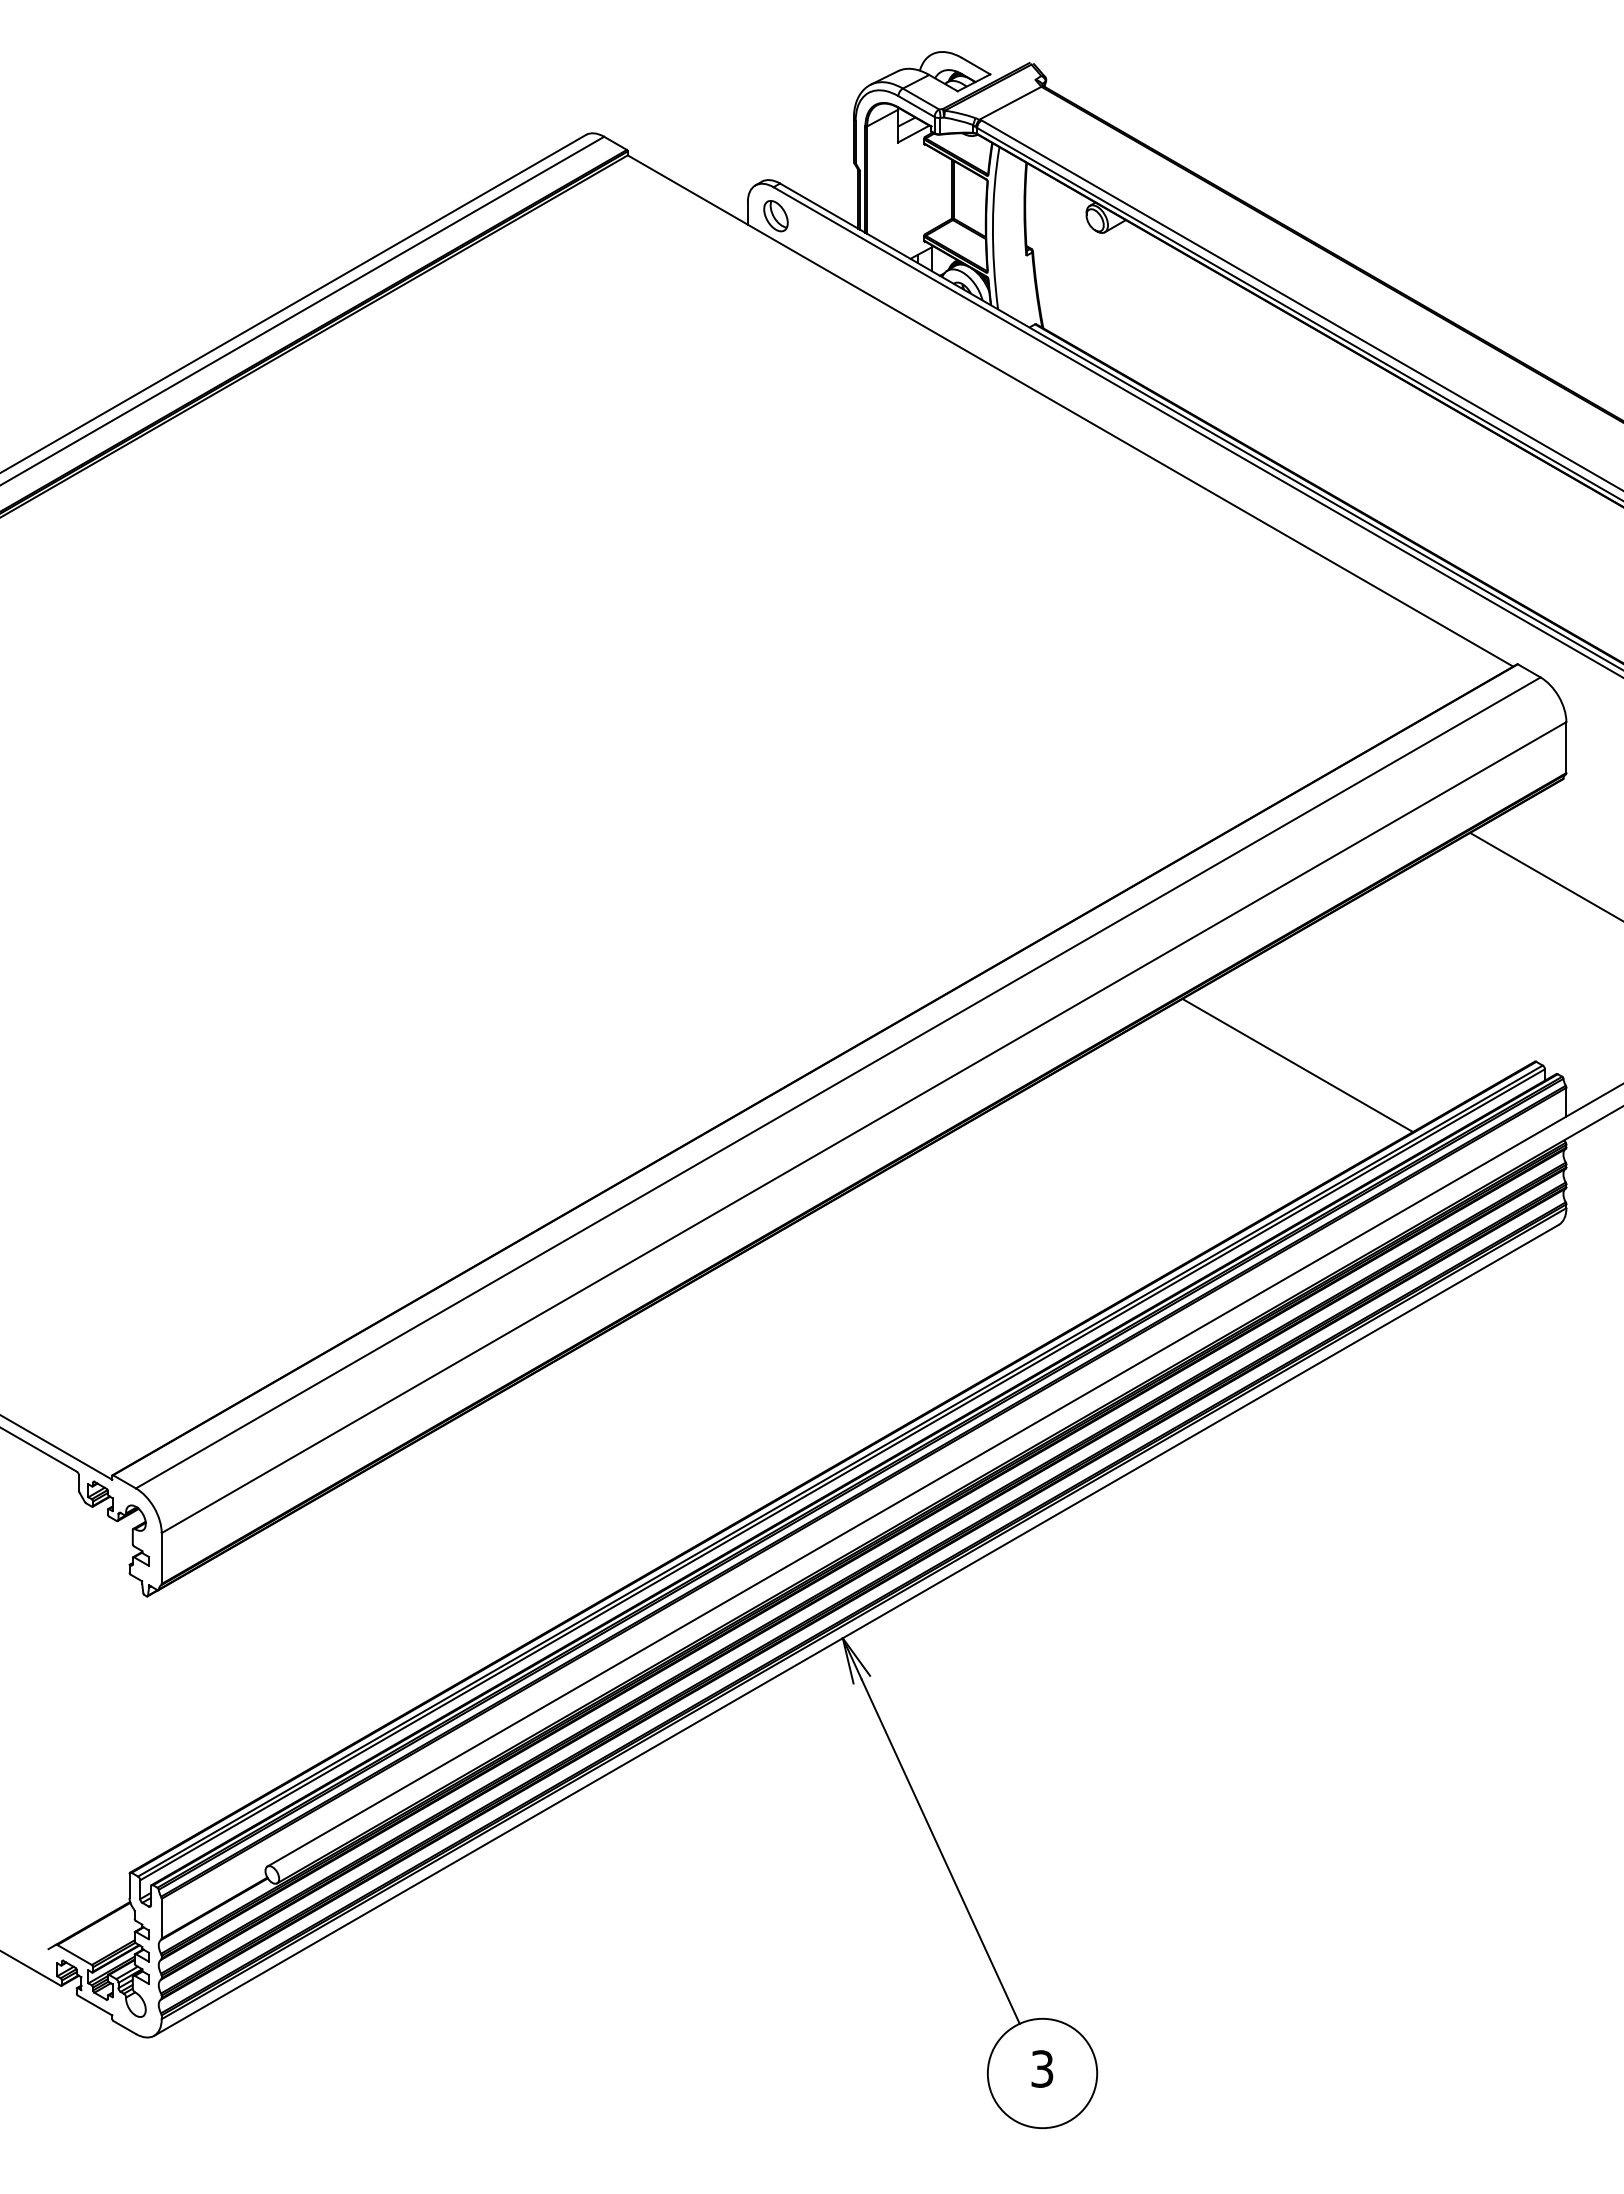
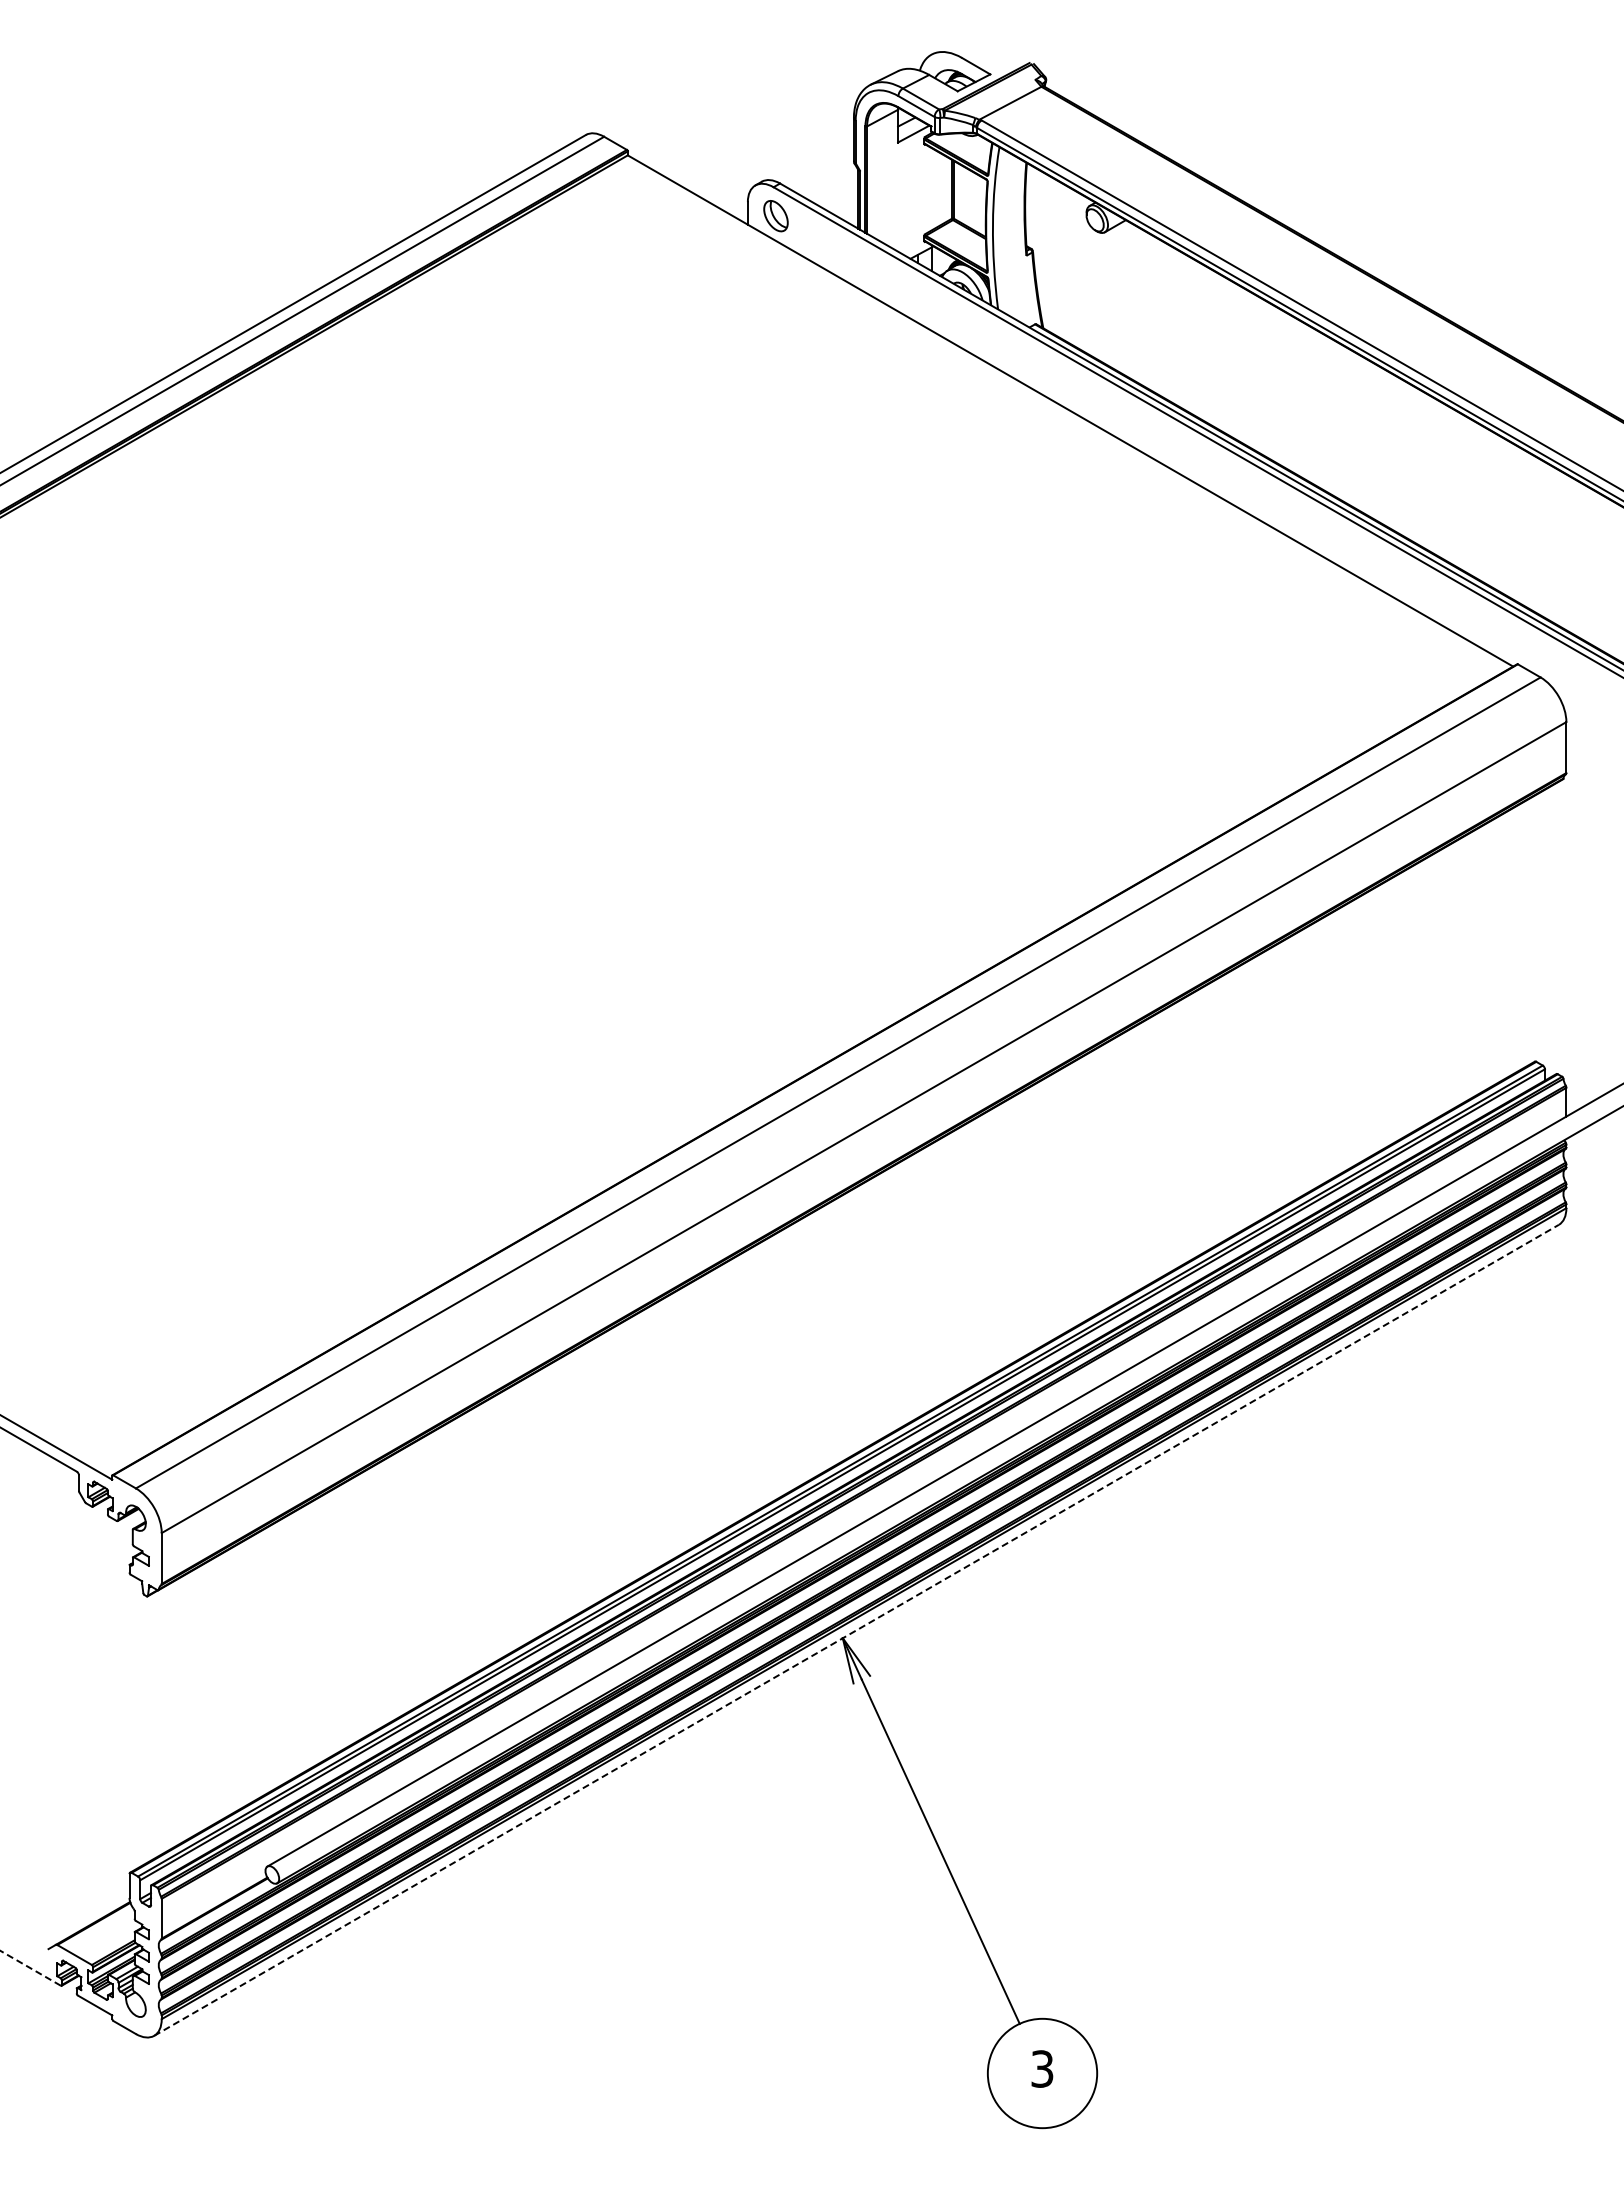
line at (1545, 875): present -> none
line at (1297, 1065): present -> none
line at (856, 1630): solid -> dashed
line at (30, 1968): solid -> dashed
